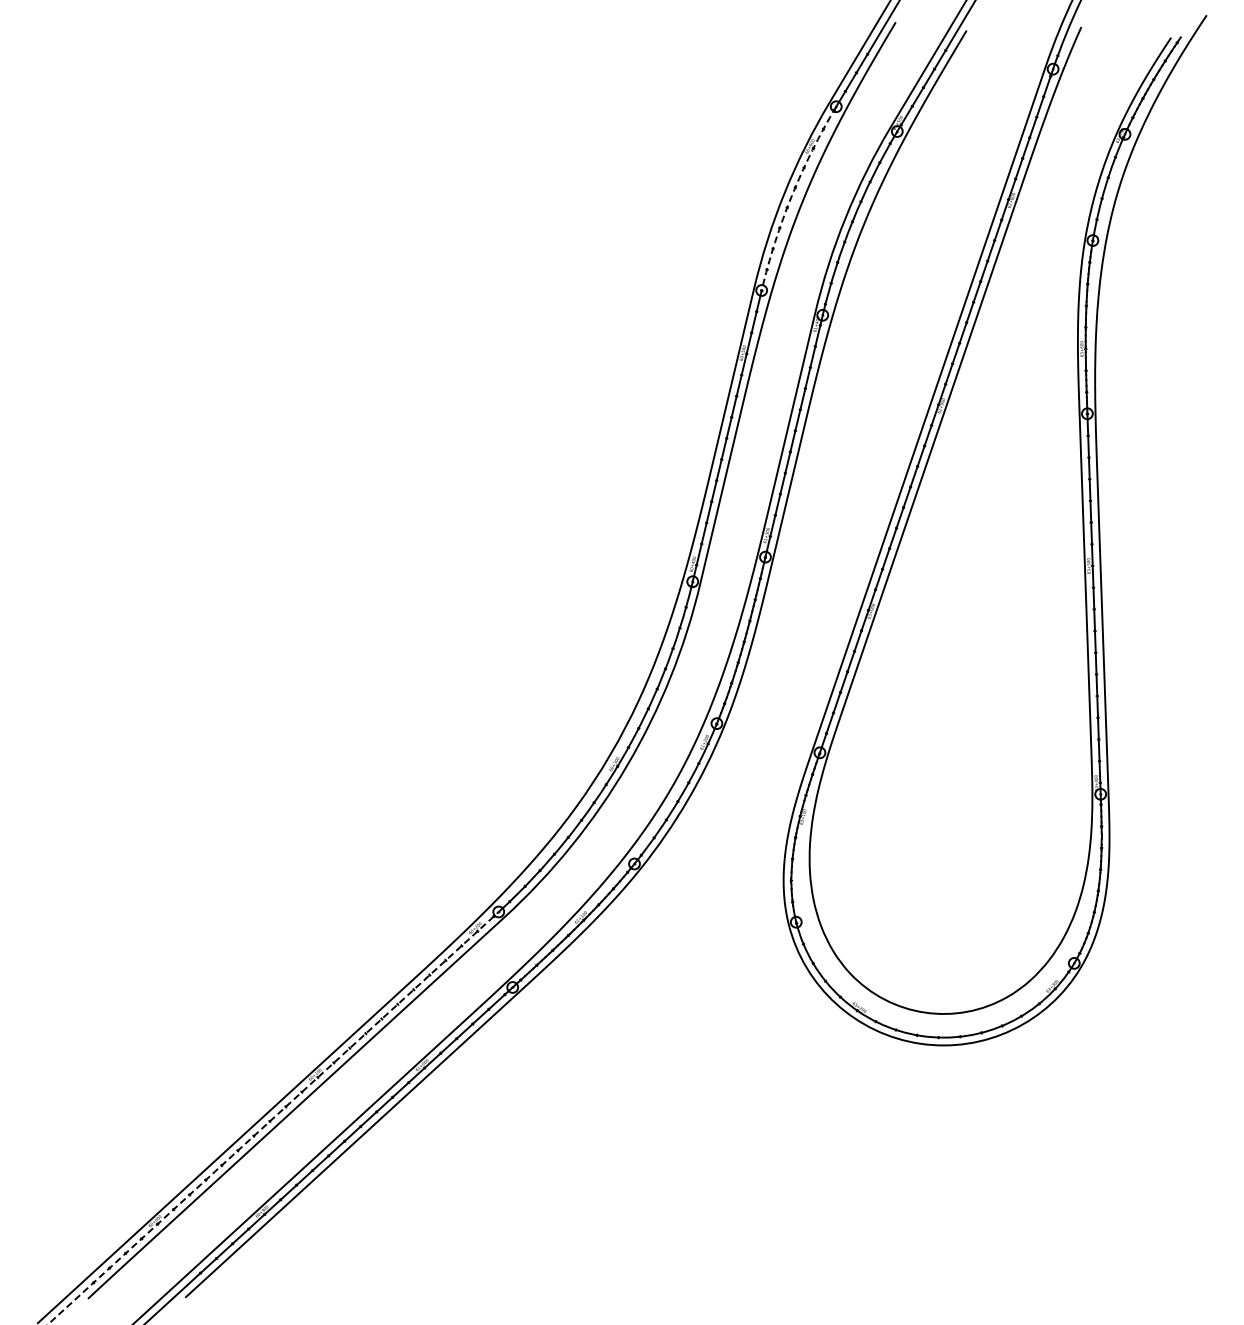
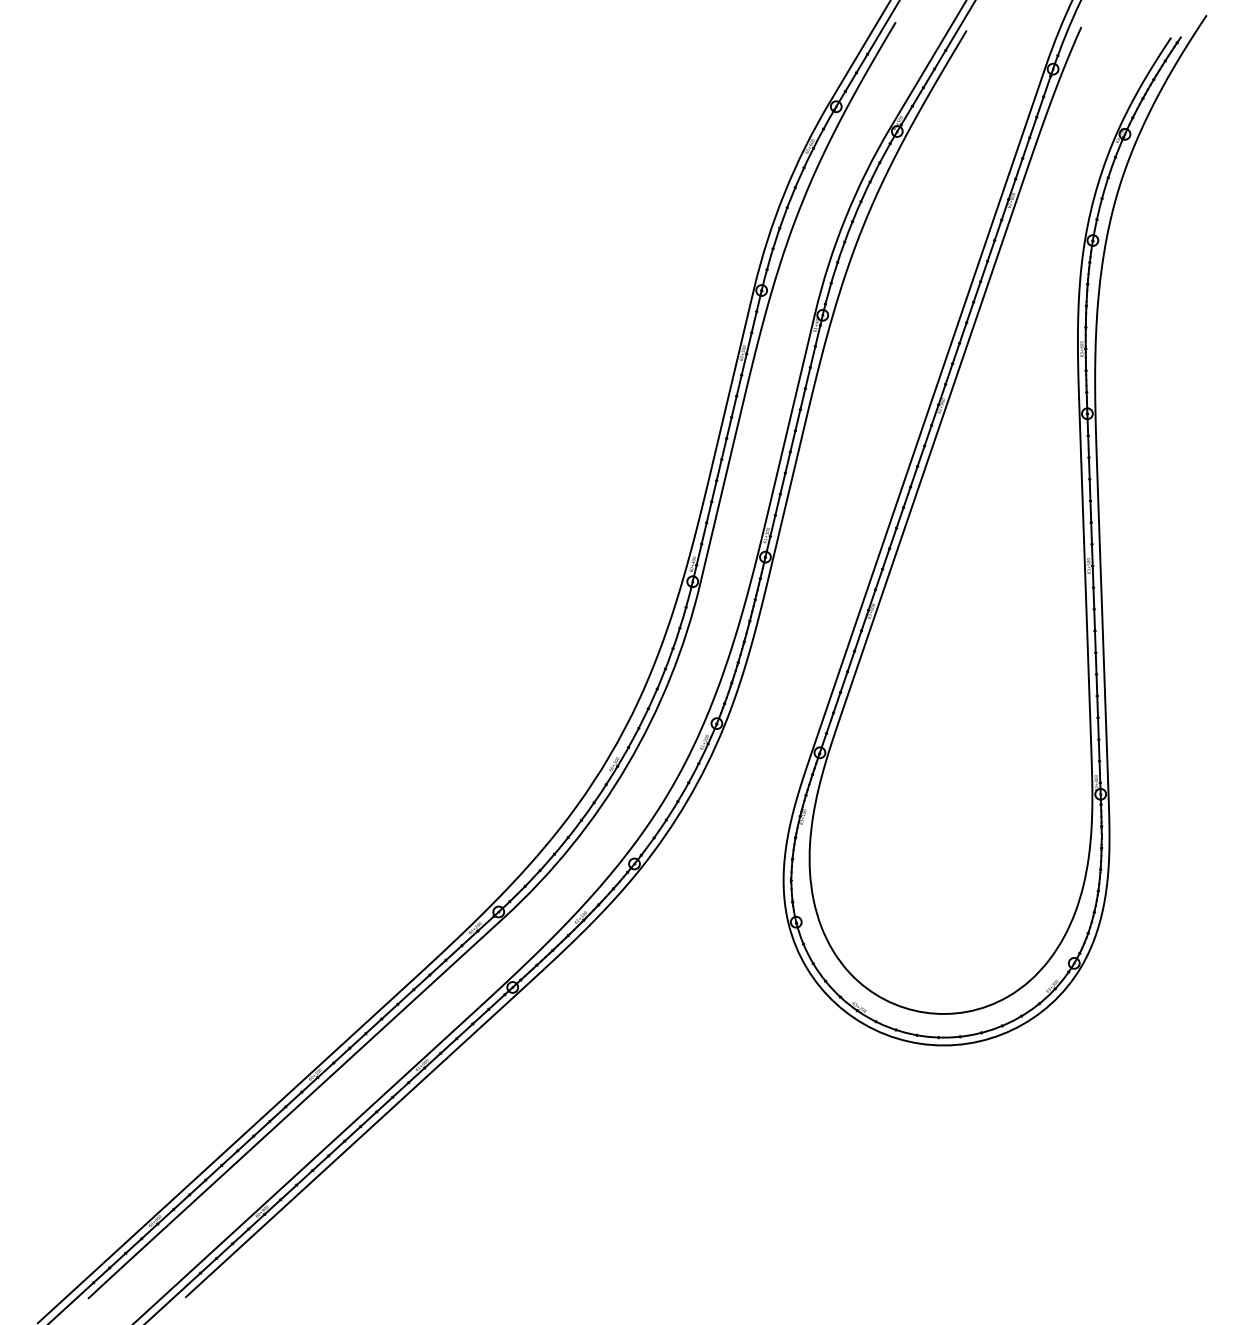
arc at (791, 195): dashed -> solid
line at (273, 1118): dashed -> solid
